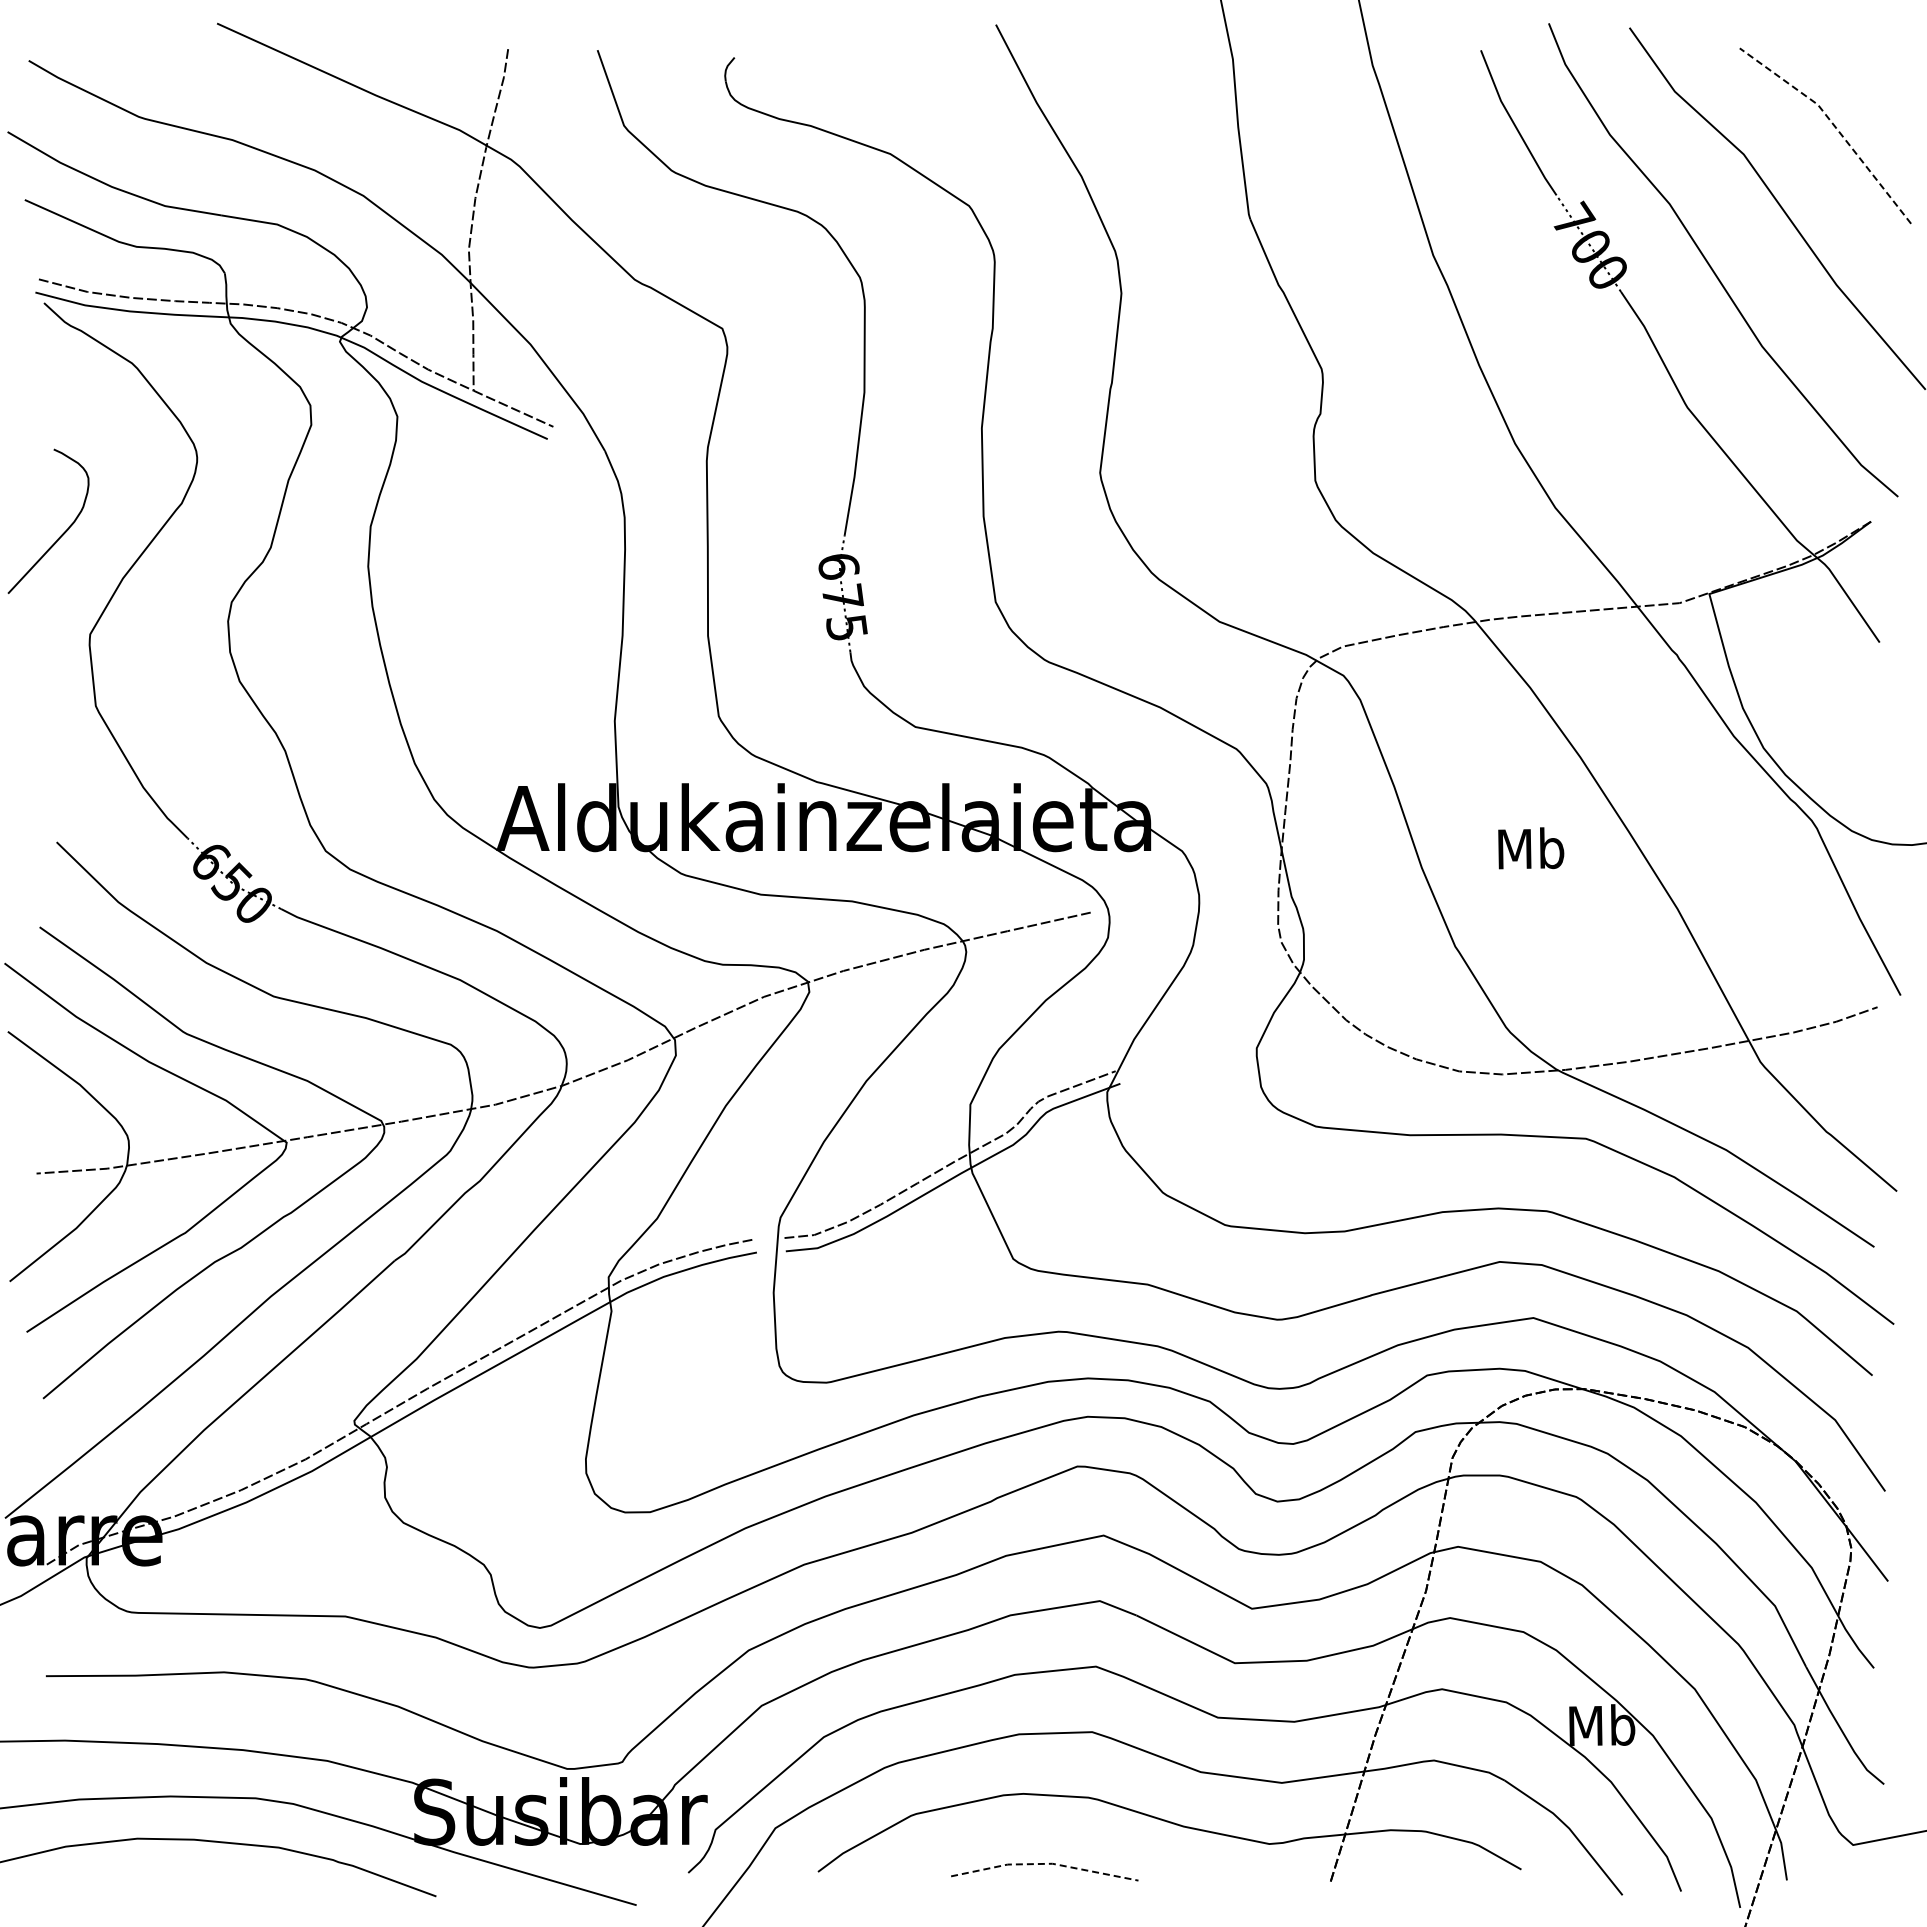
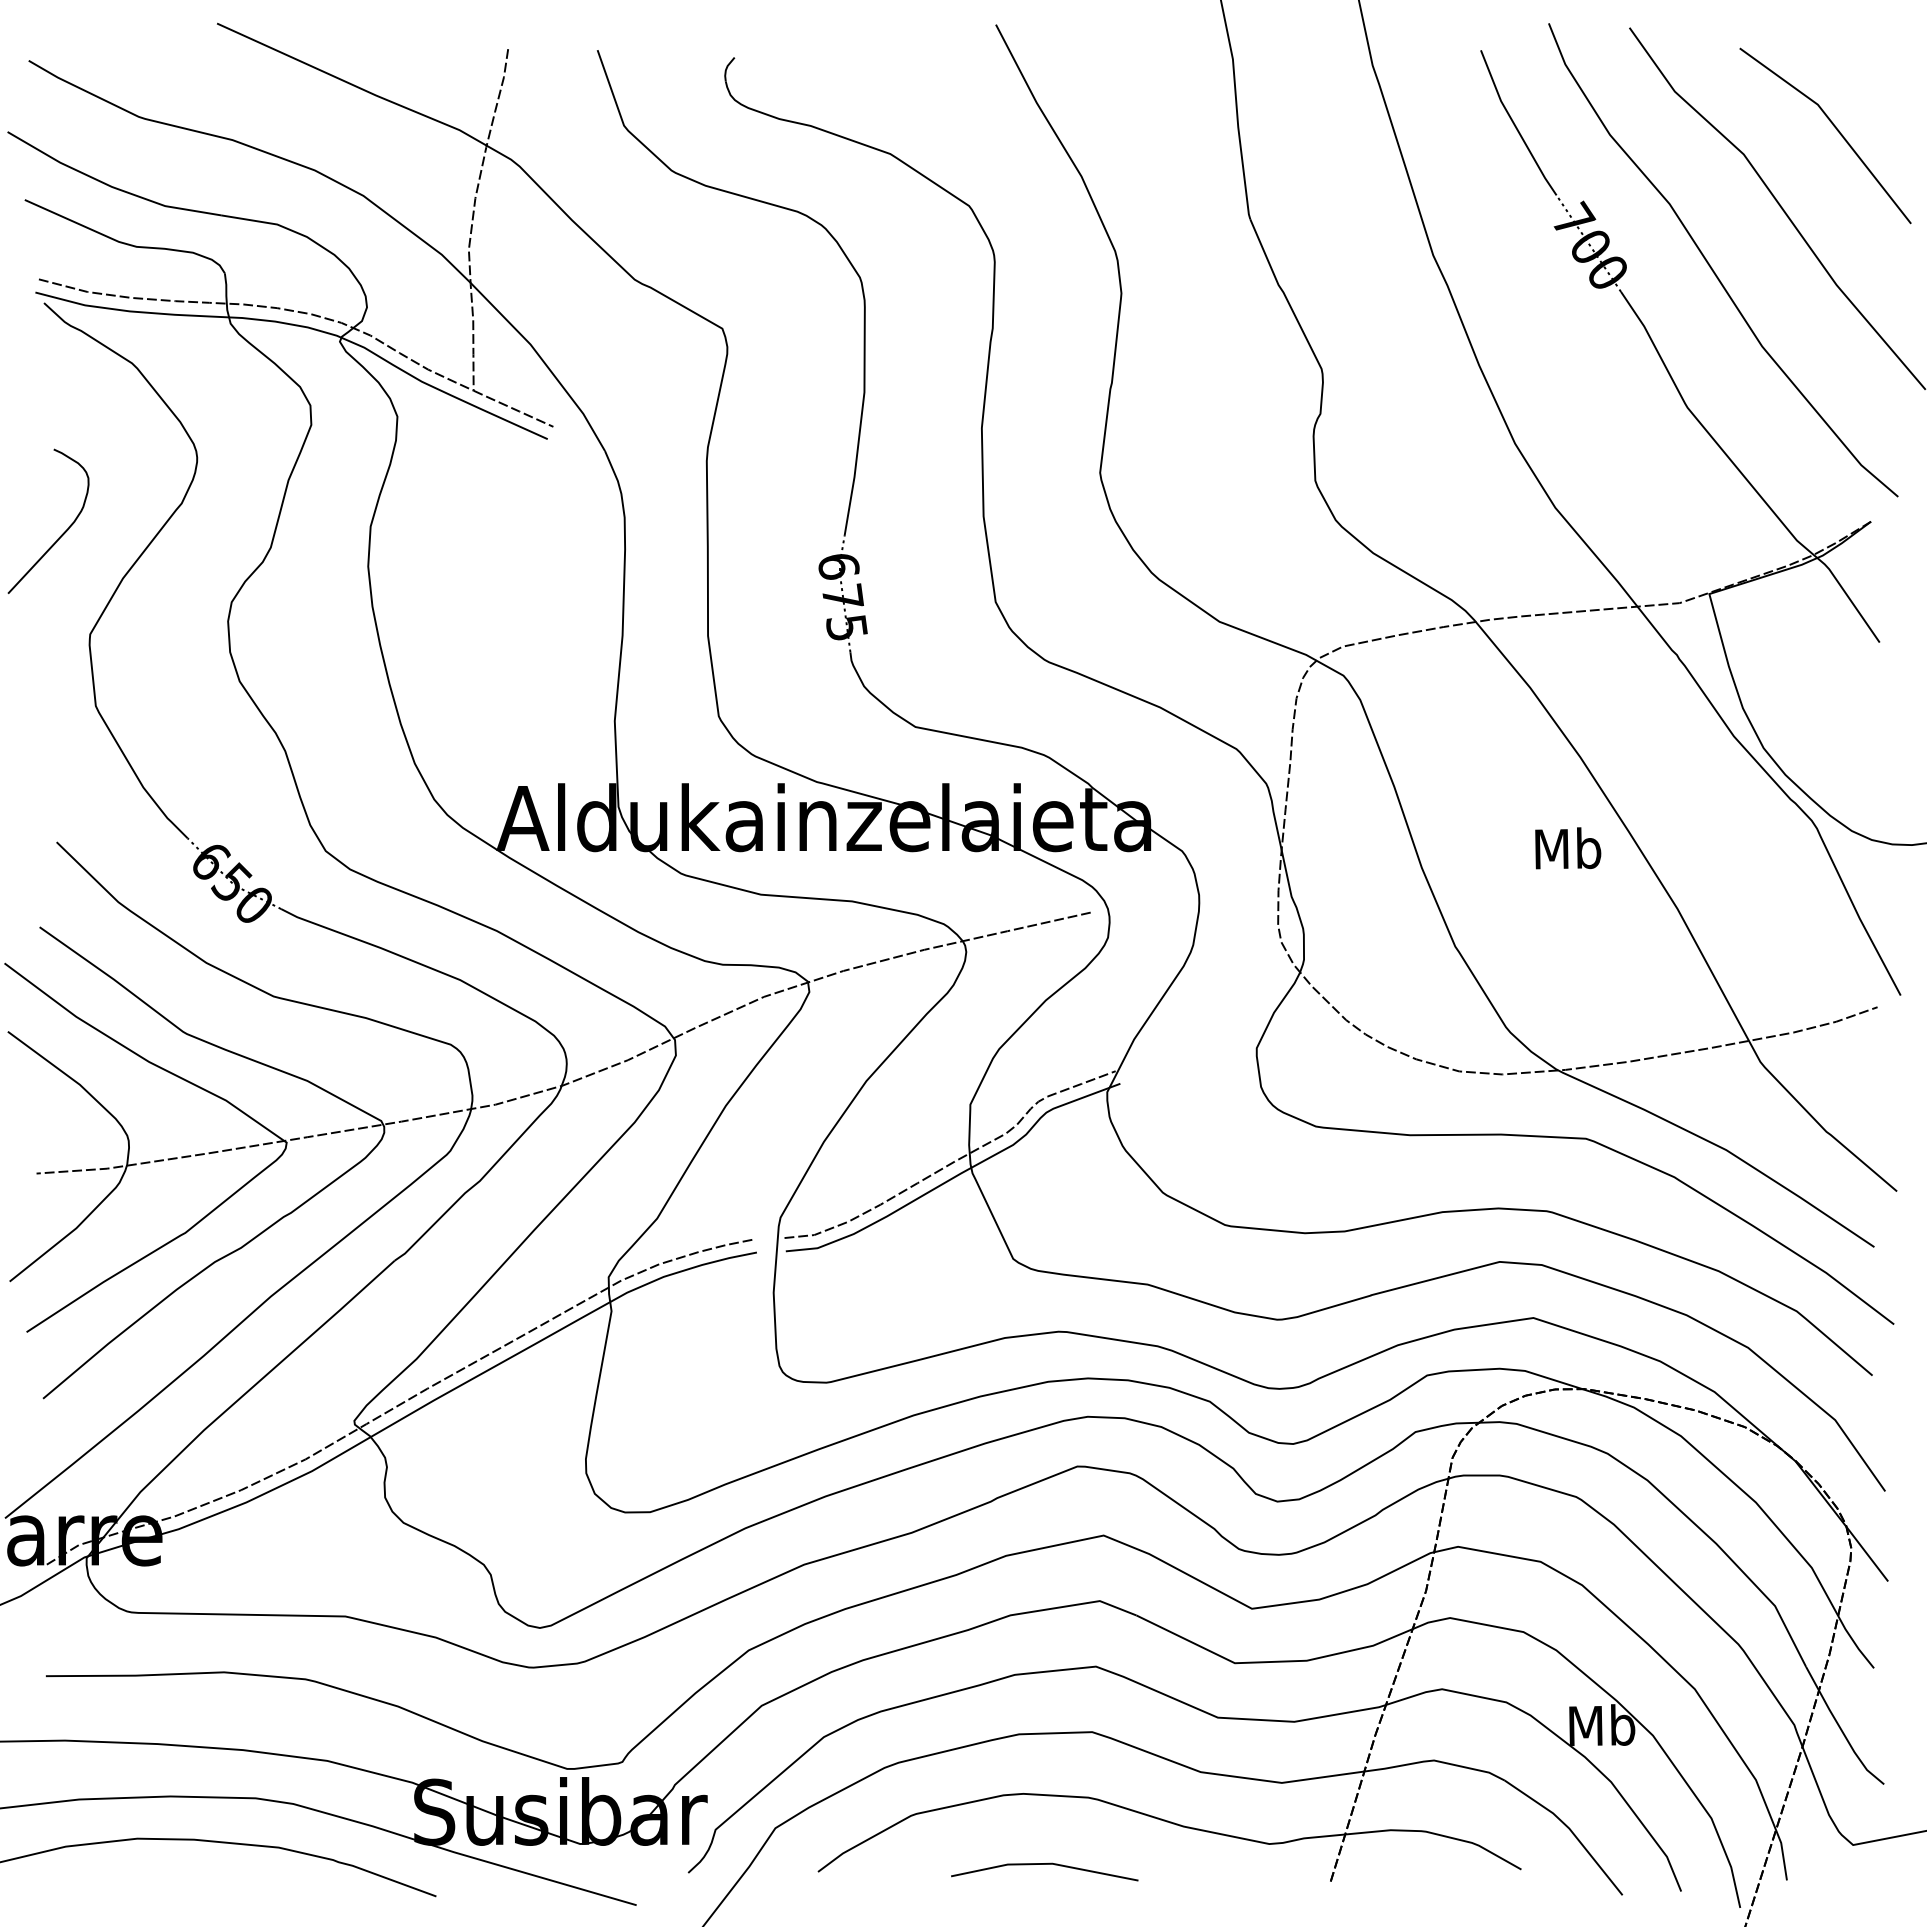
line at (1834, 125): dashed -> solid
text at (1531, 848) position: (1531, 848) -> (1568, 848)
line at (1045, 1863): dashed -> solid
